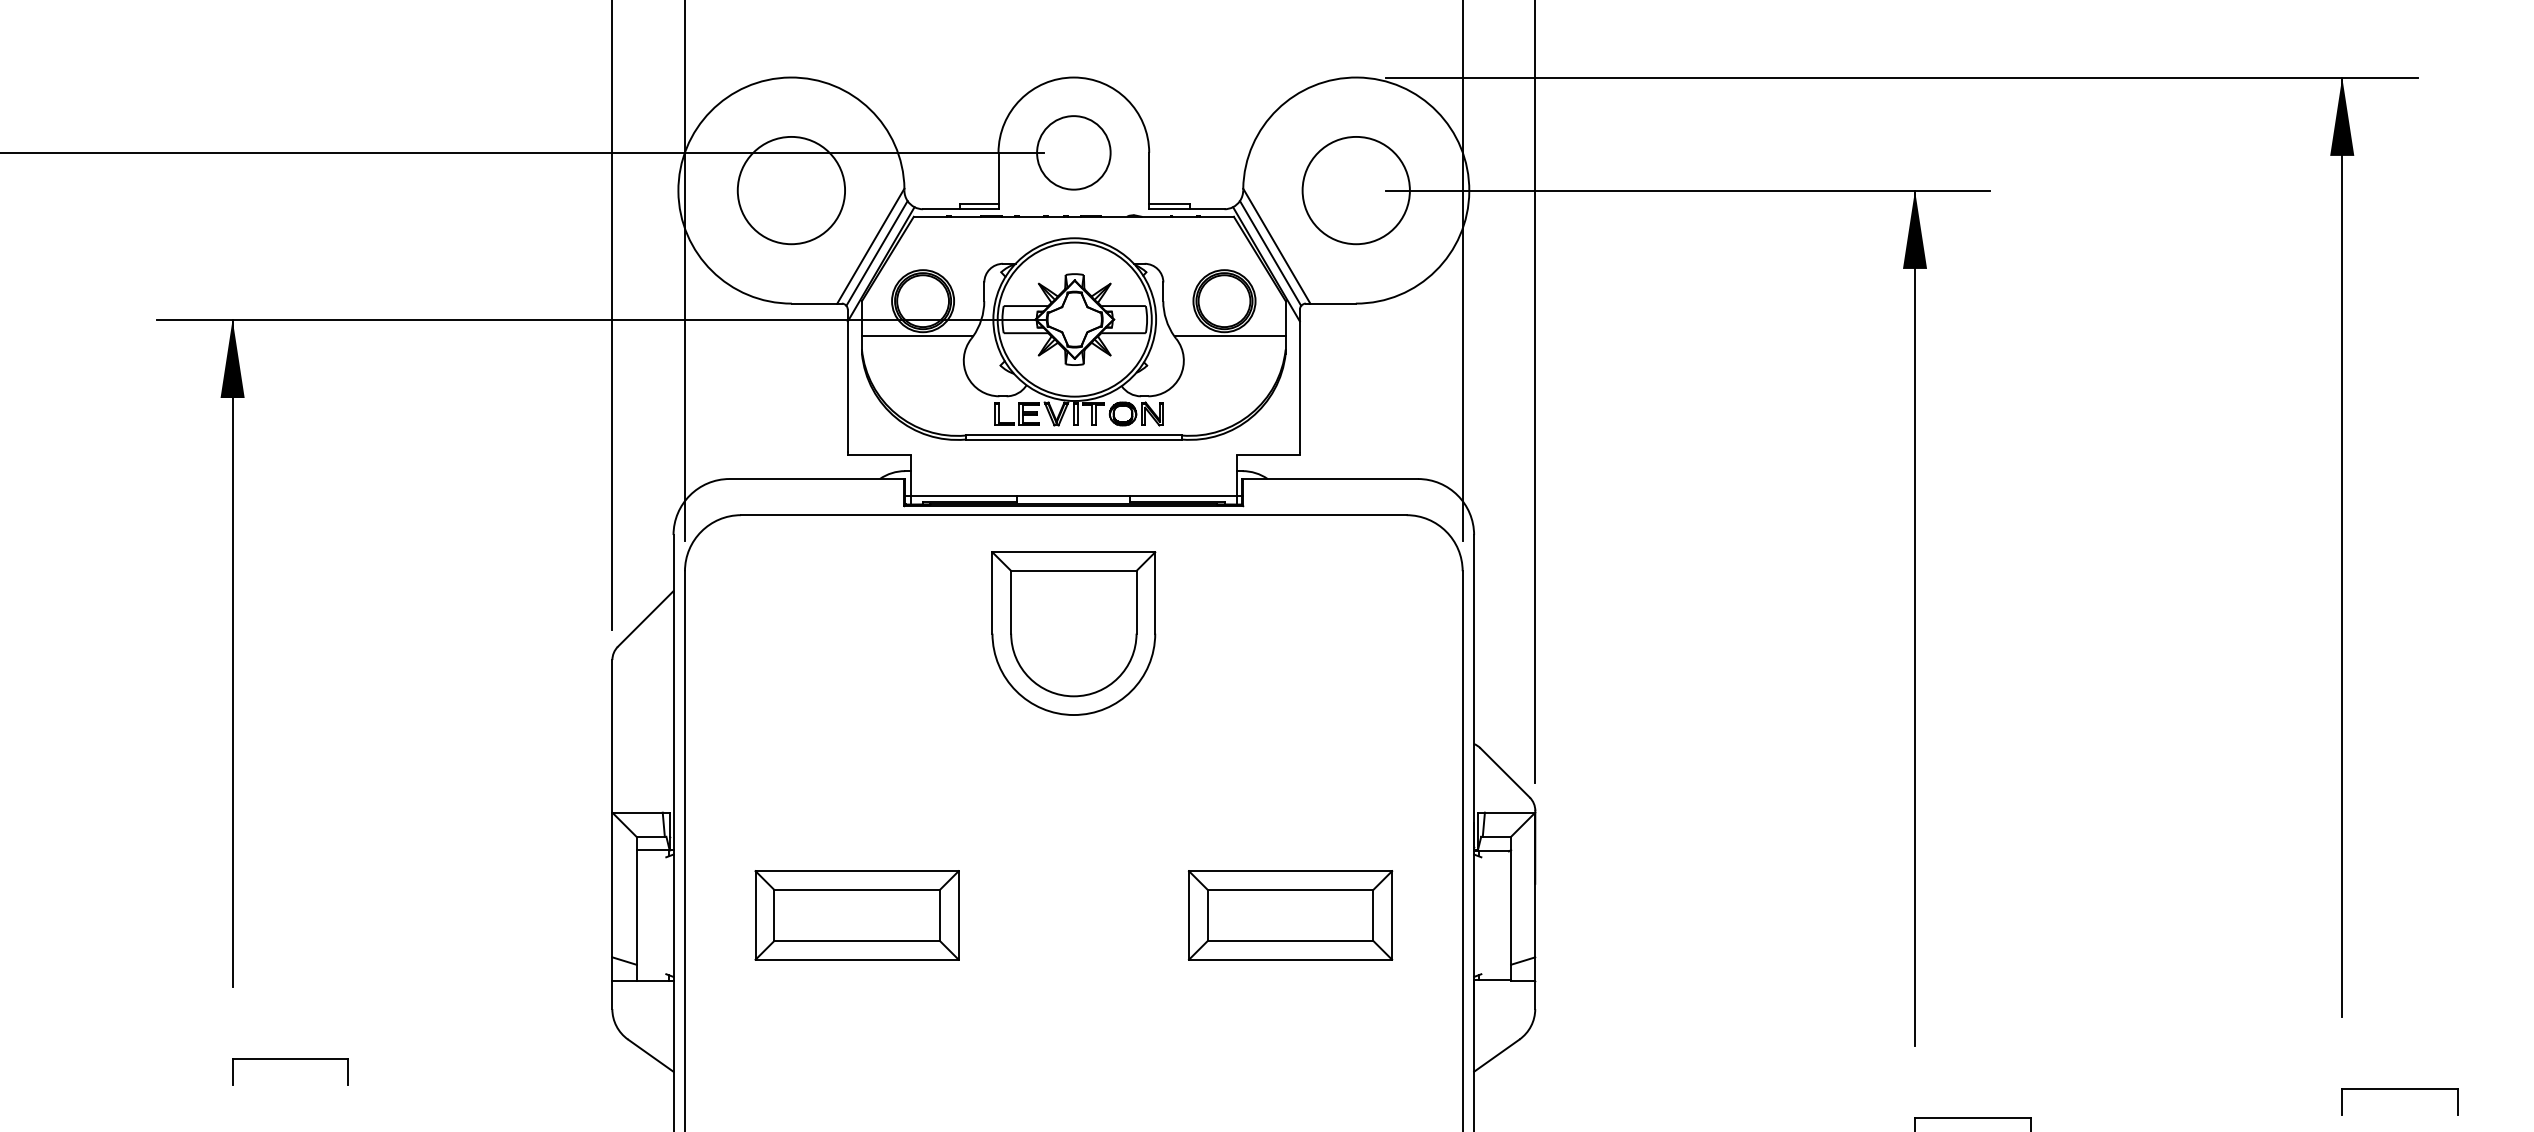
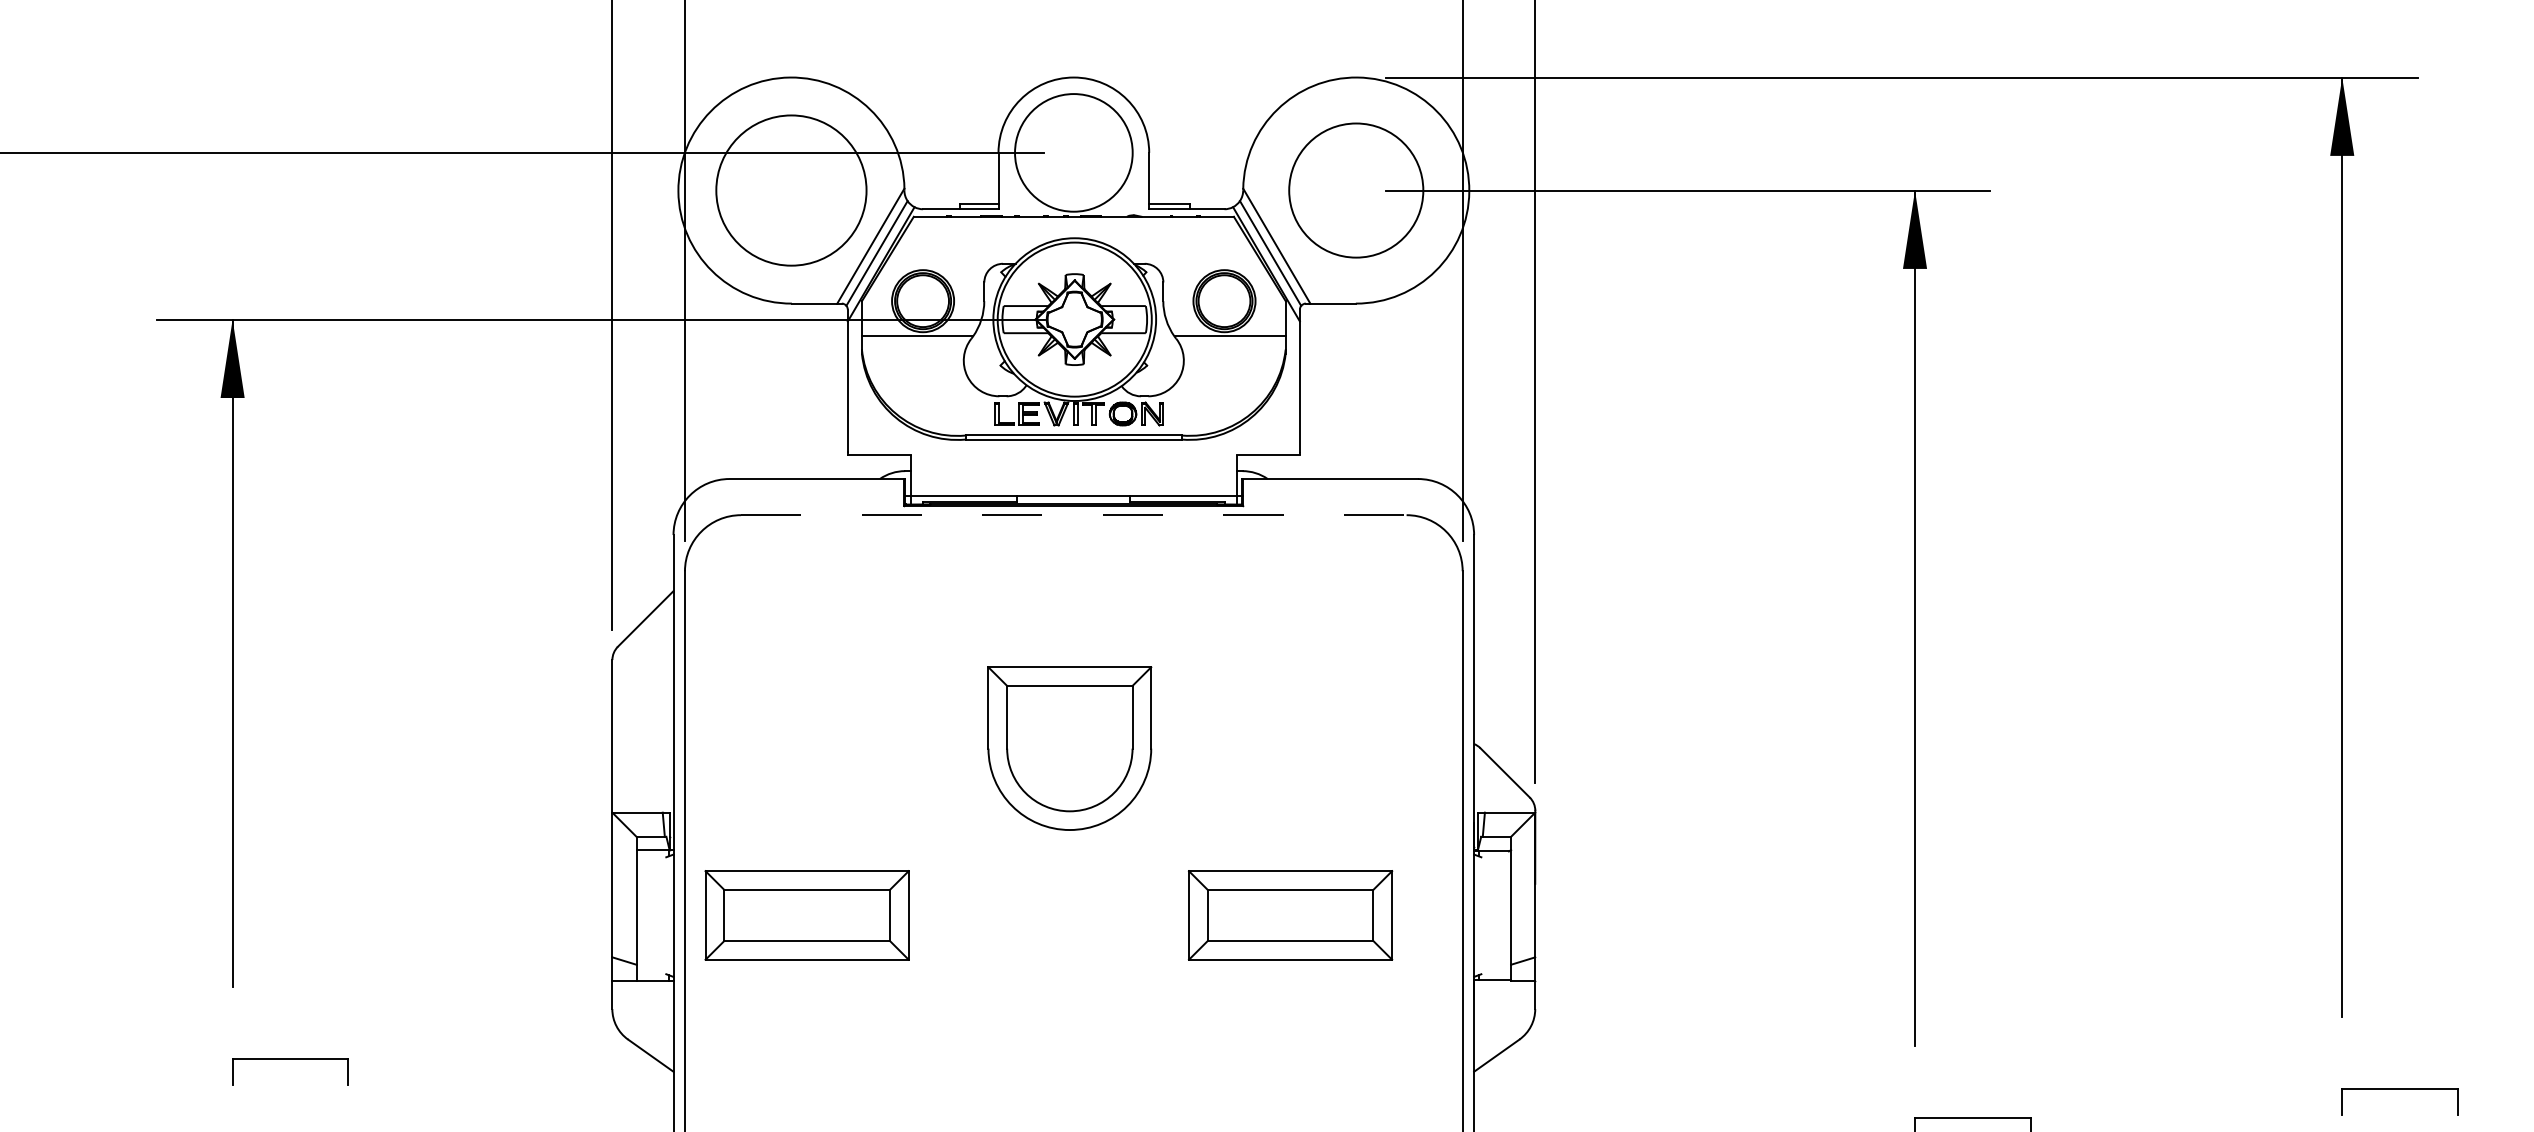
circle at (1073, 152) diameter: 74 px -> 118 px
circle at (791, 190) diameter: 107 px -> 150 px
circle at (1355, 190) diameter: 107 px -> 134 px
line at (1073, 515): solid -> dashed
part at (1073, 633) position: (1073, 633) -> (1069, 748)
part at (856, 915) position: (856, 915) -> (806, 915)
